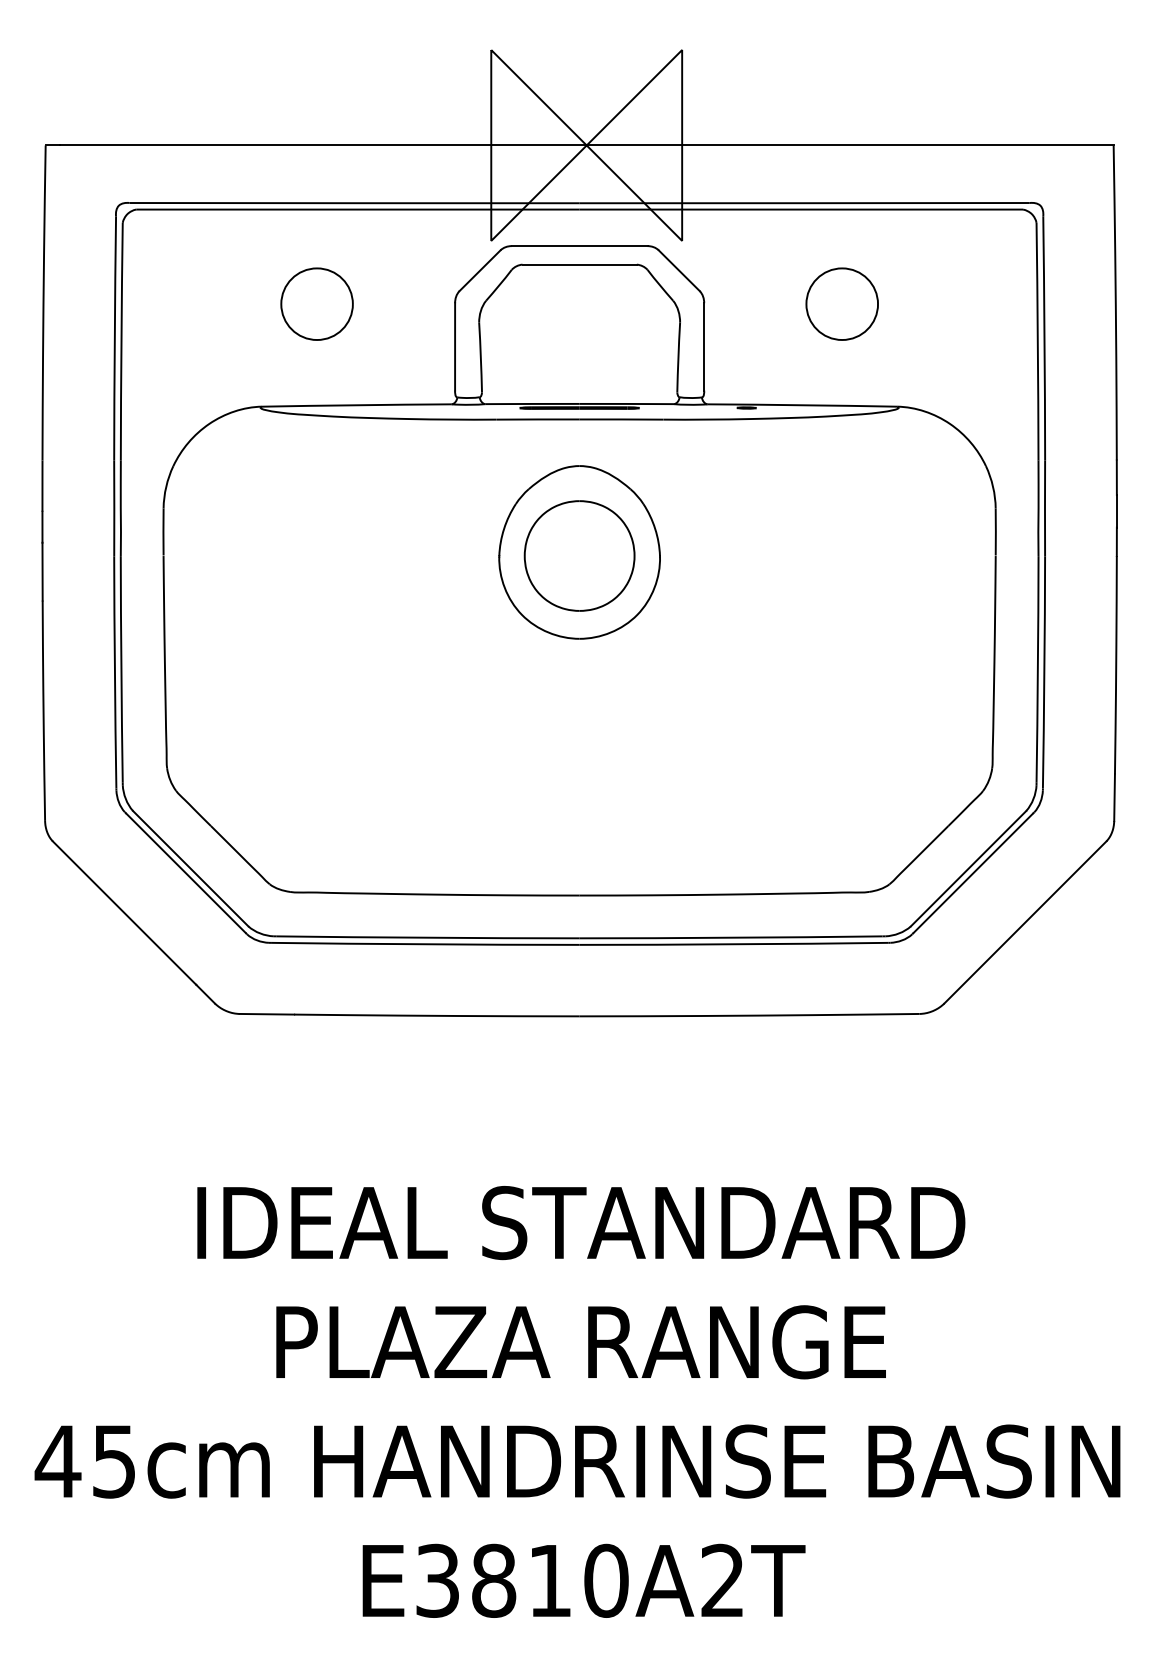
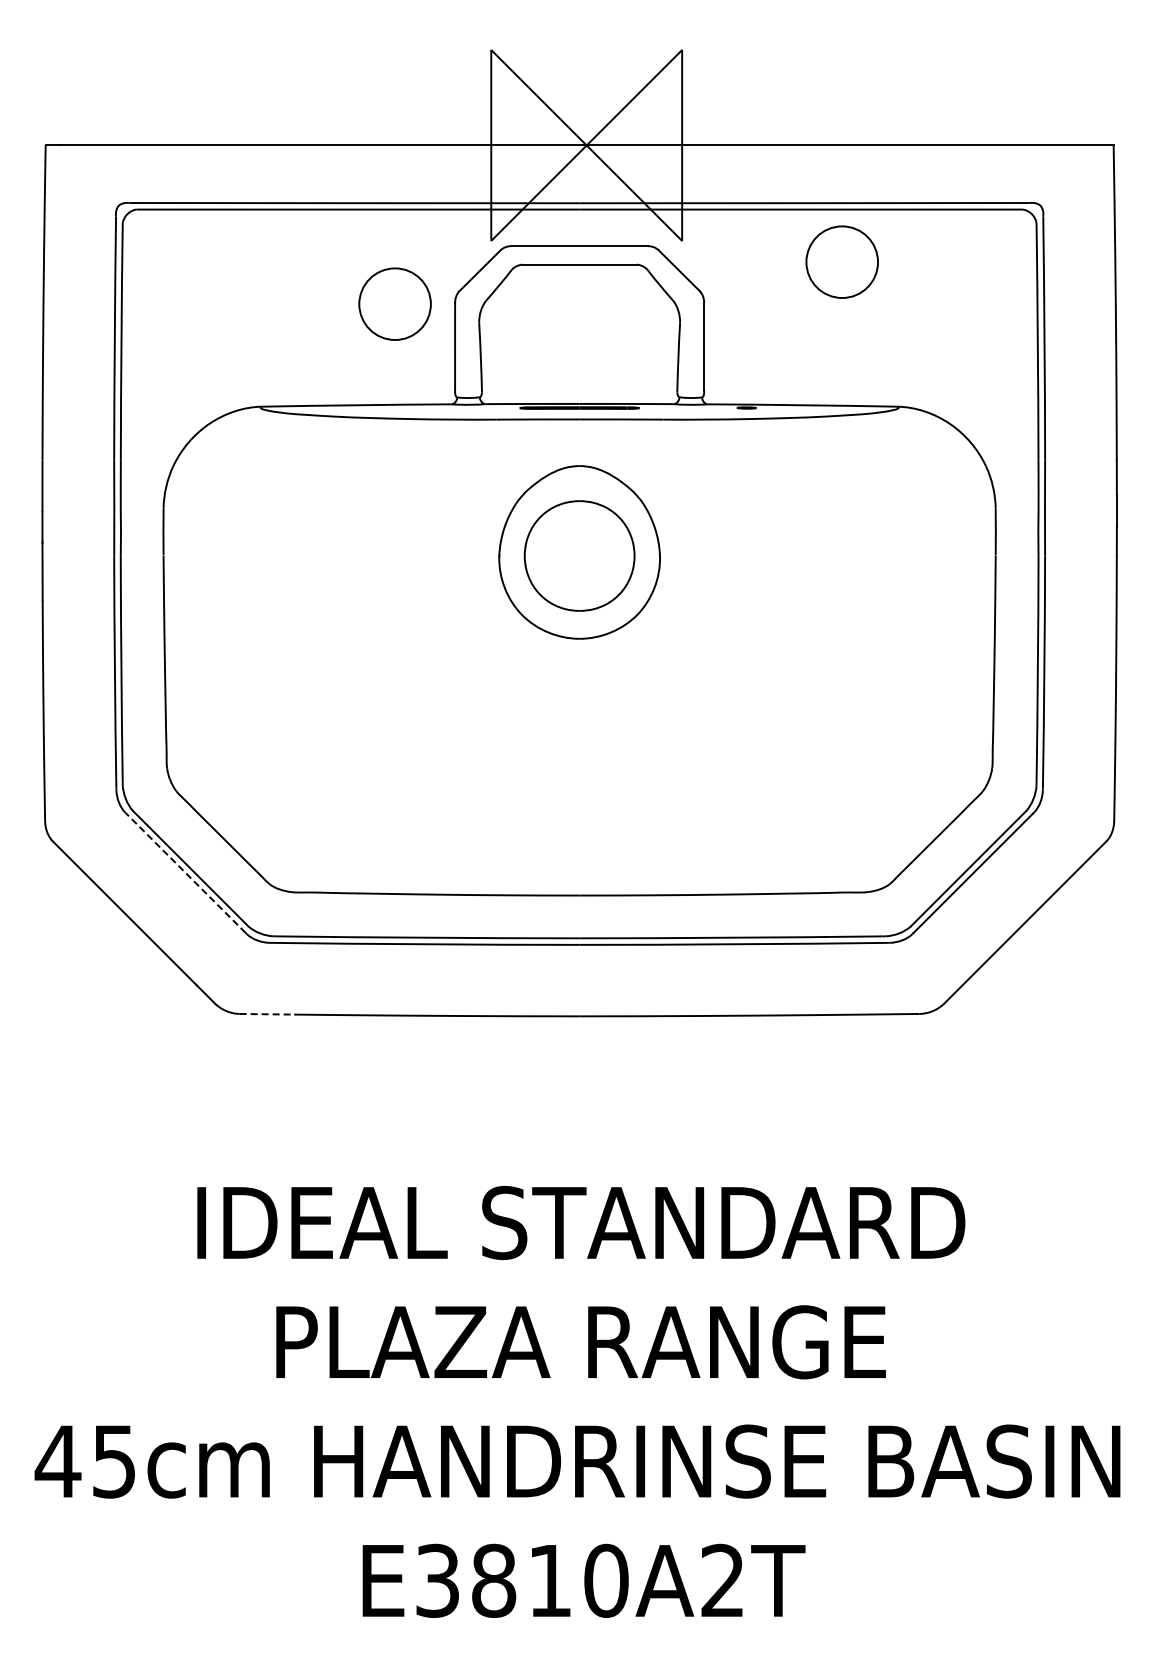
circle at (316, 303) position: (316, 303) -> (394, 303)
circle at (841, 303) position: (841, 303) -> (841, 261)
line at (185, 872): solid -> dashed
line at (267, 1014): solid -> dashed
